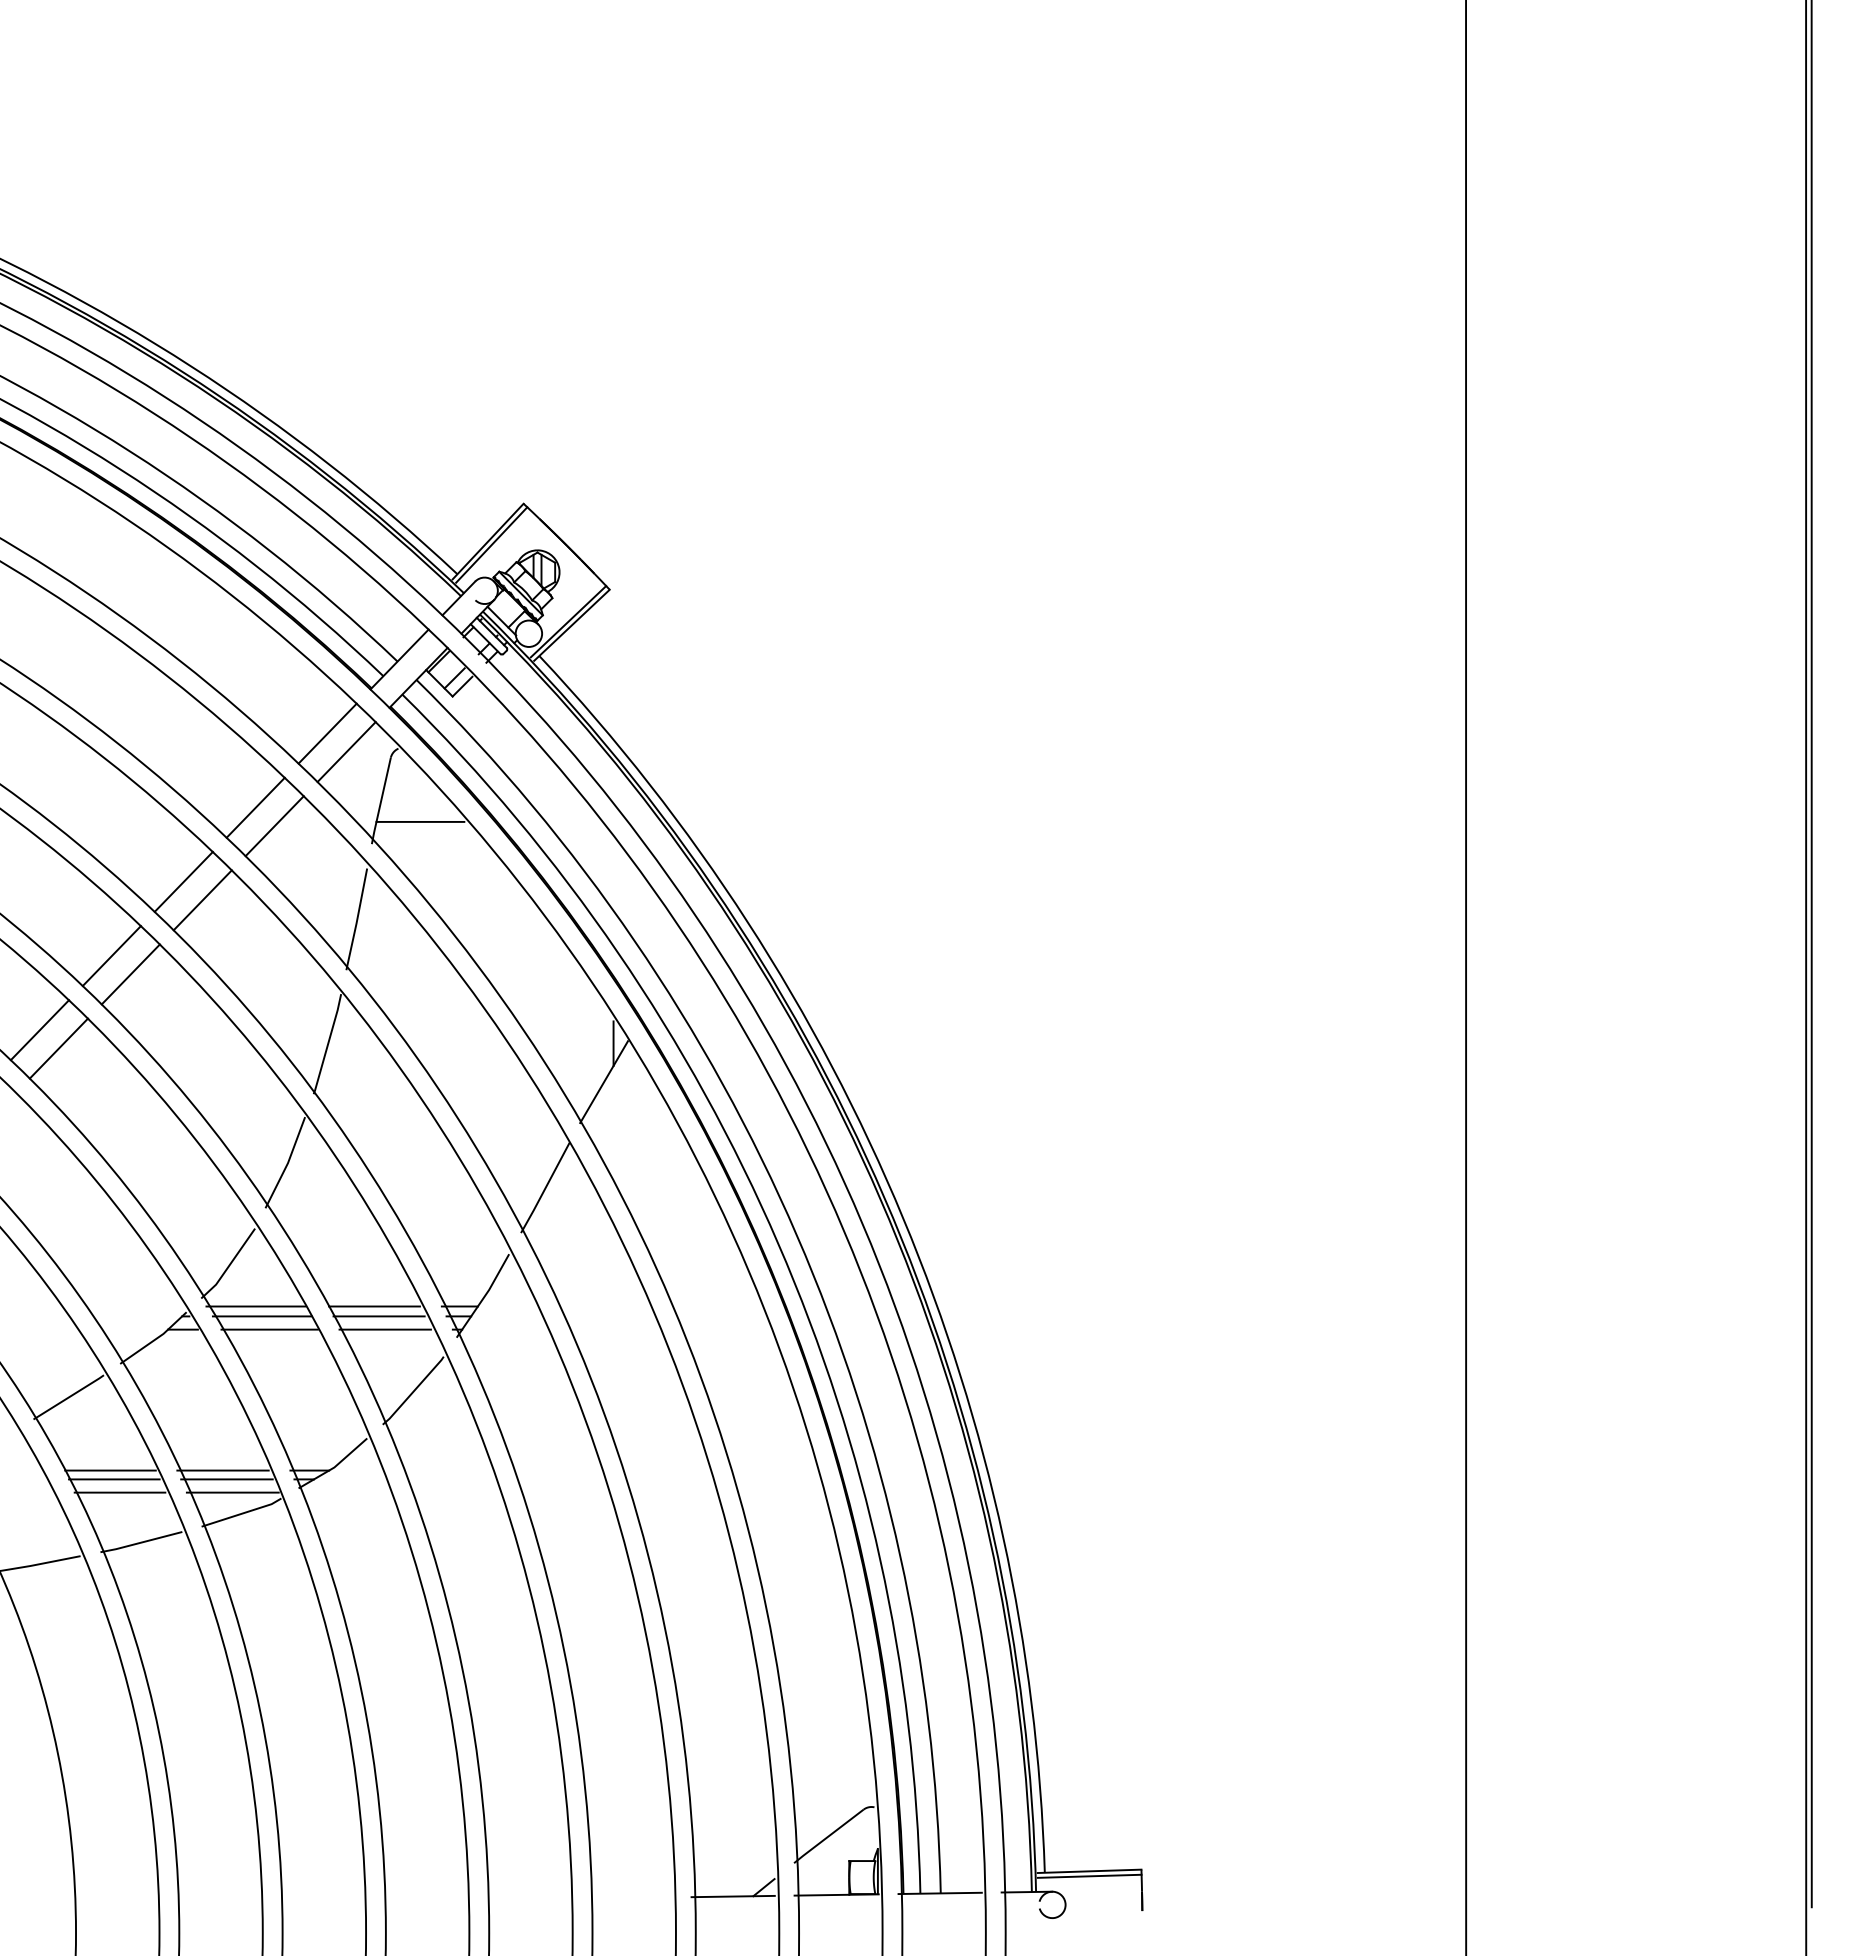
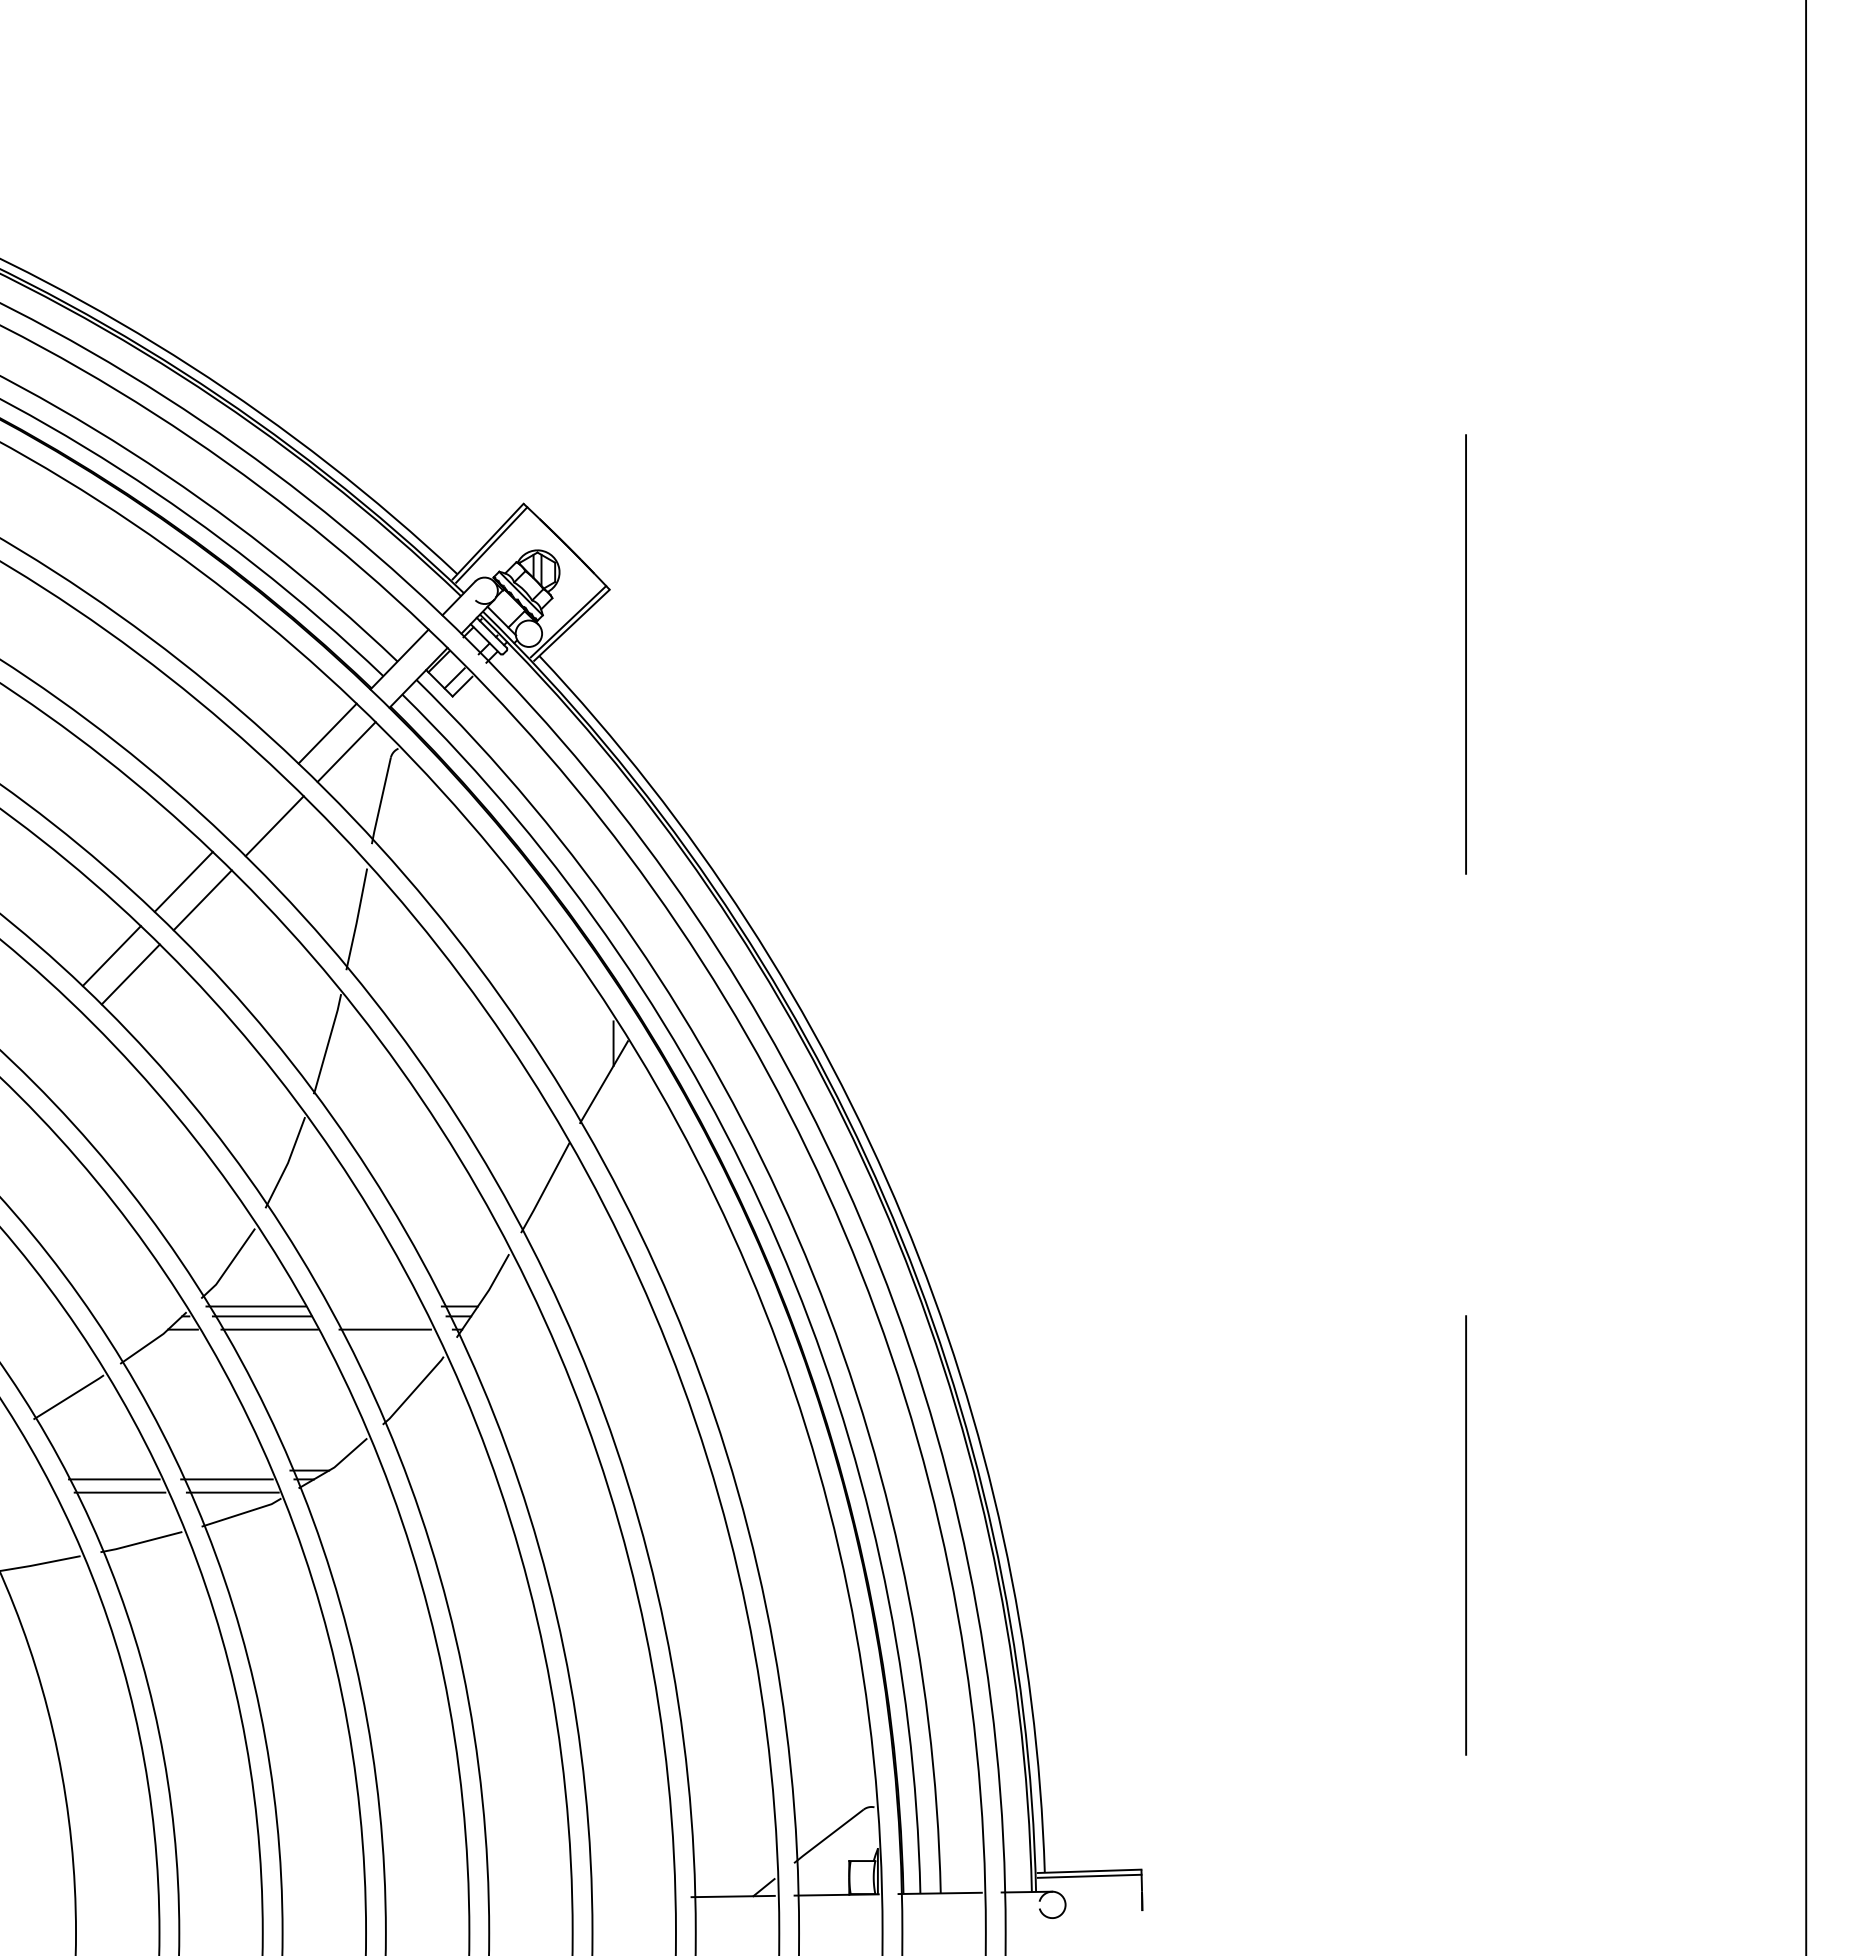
line at (255, 807): present -> none
line at (420, 821): present -> none
line at (1811, 954): present -> none
line at (1466, 978): solid -> dashed
line at (39, 1030): present -> none
line at (58, 1048): present -> none
line at (374, 1306): present -> none
line at (378, 1316): present -> none
line at (110, 1470): present -> none
line at (222, 1470): present -> none
